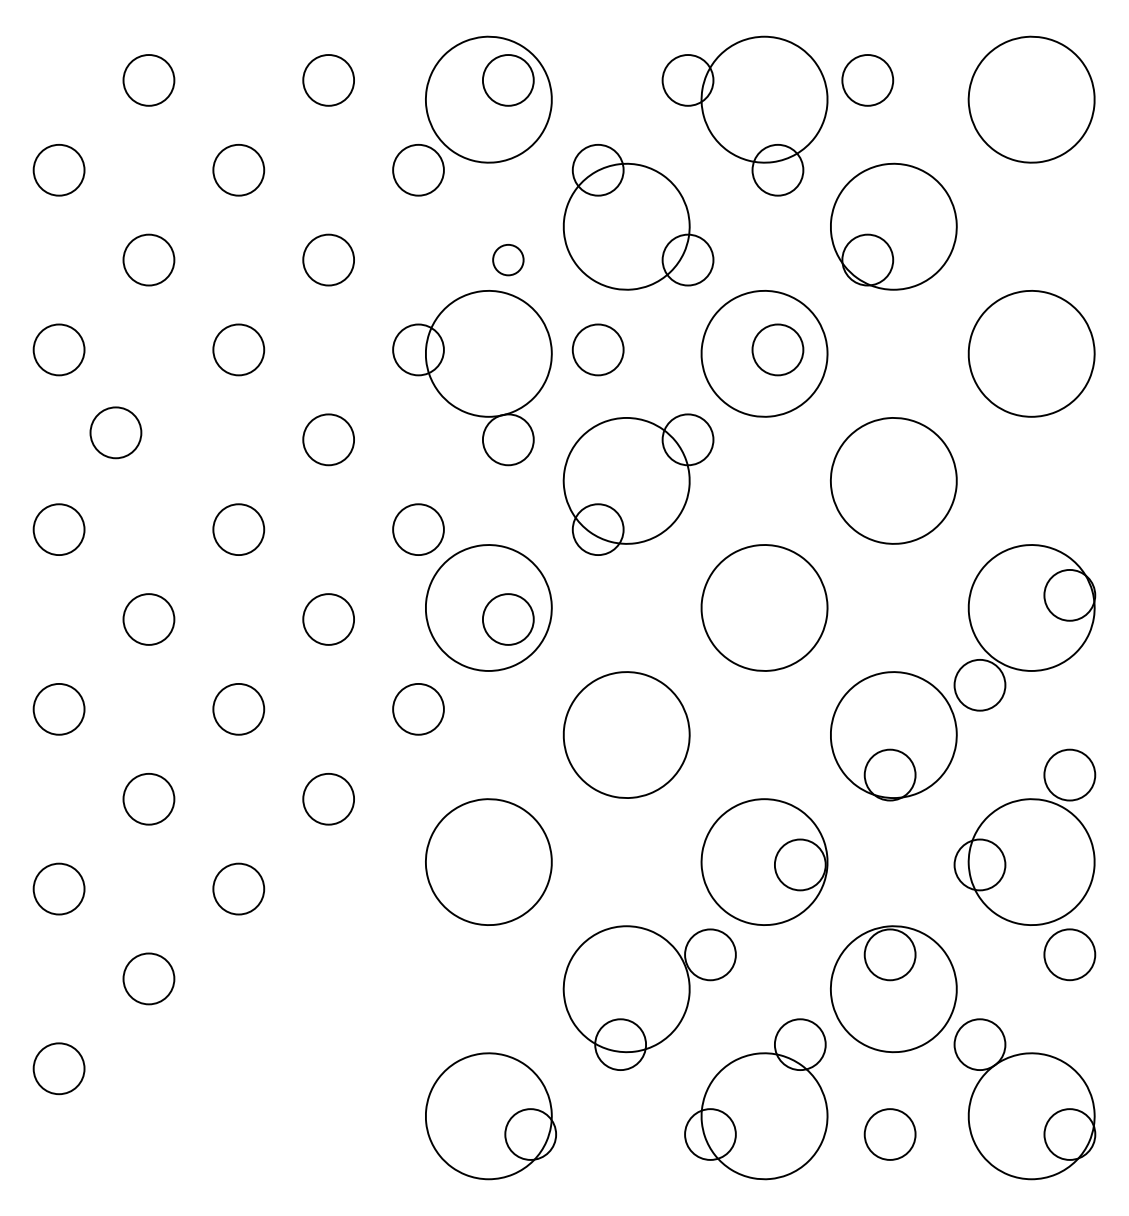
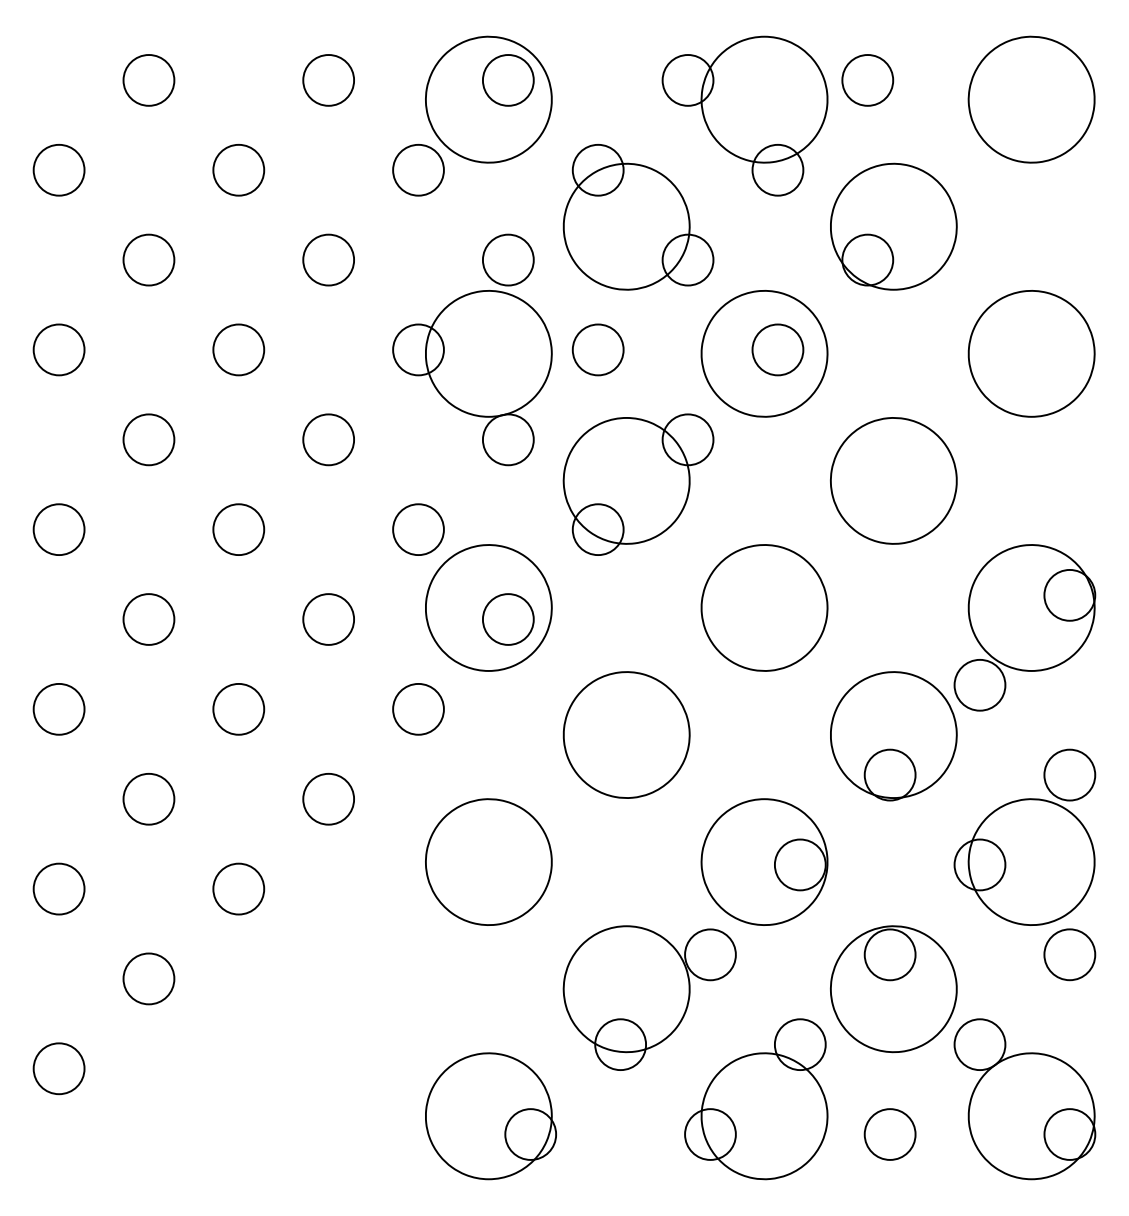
circle at (508, 259) diameter: 30 px -> 51 px
circle at (115, 432) position: (115, 432) -> (148, 439)
